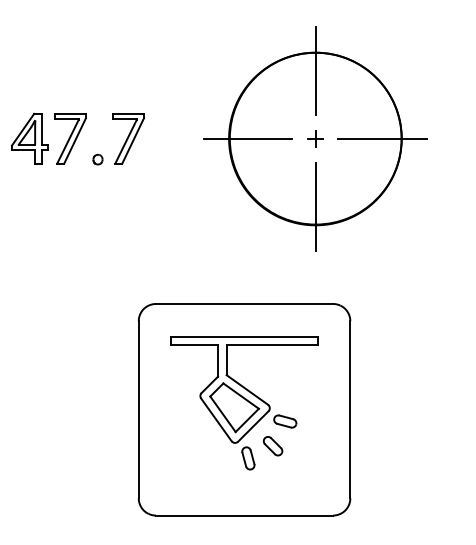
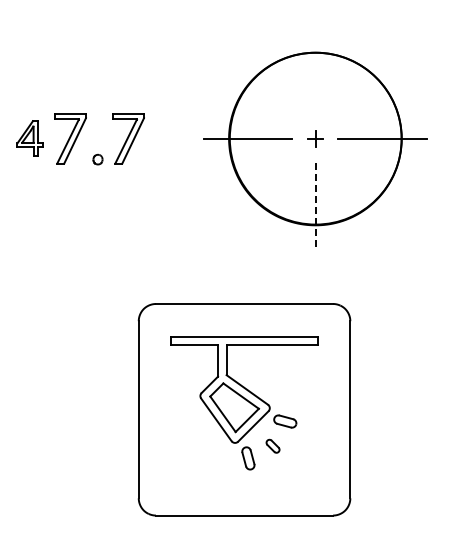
line at (315, 71): present -> none
part at (29, 138) size: 38x53 px -> 28x37 px
line at (315, 207): solid -> dashed
part at (272, 446) size: 22x21 px -> 16x16 px
